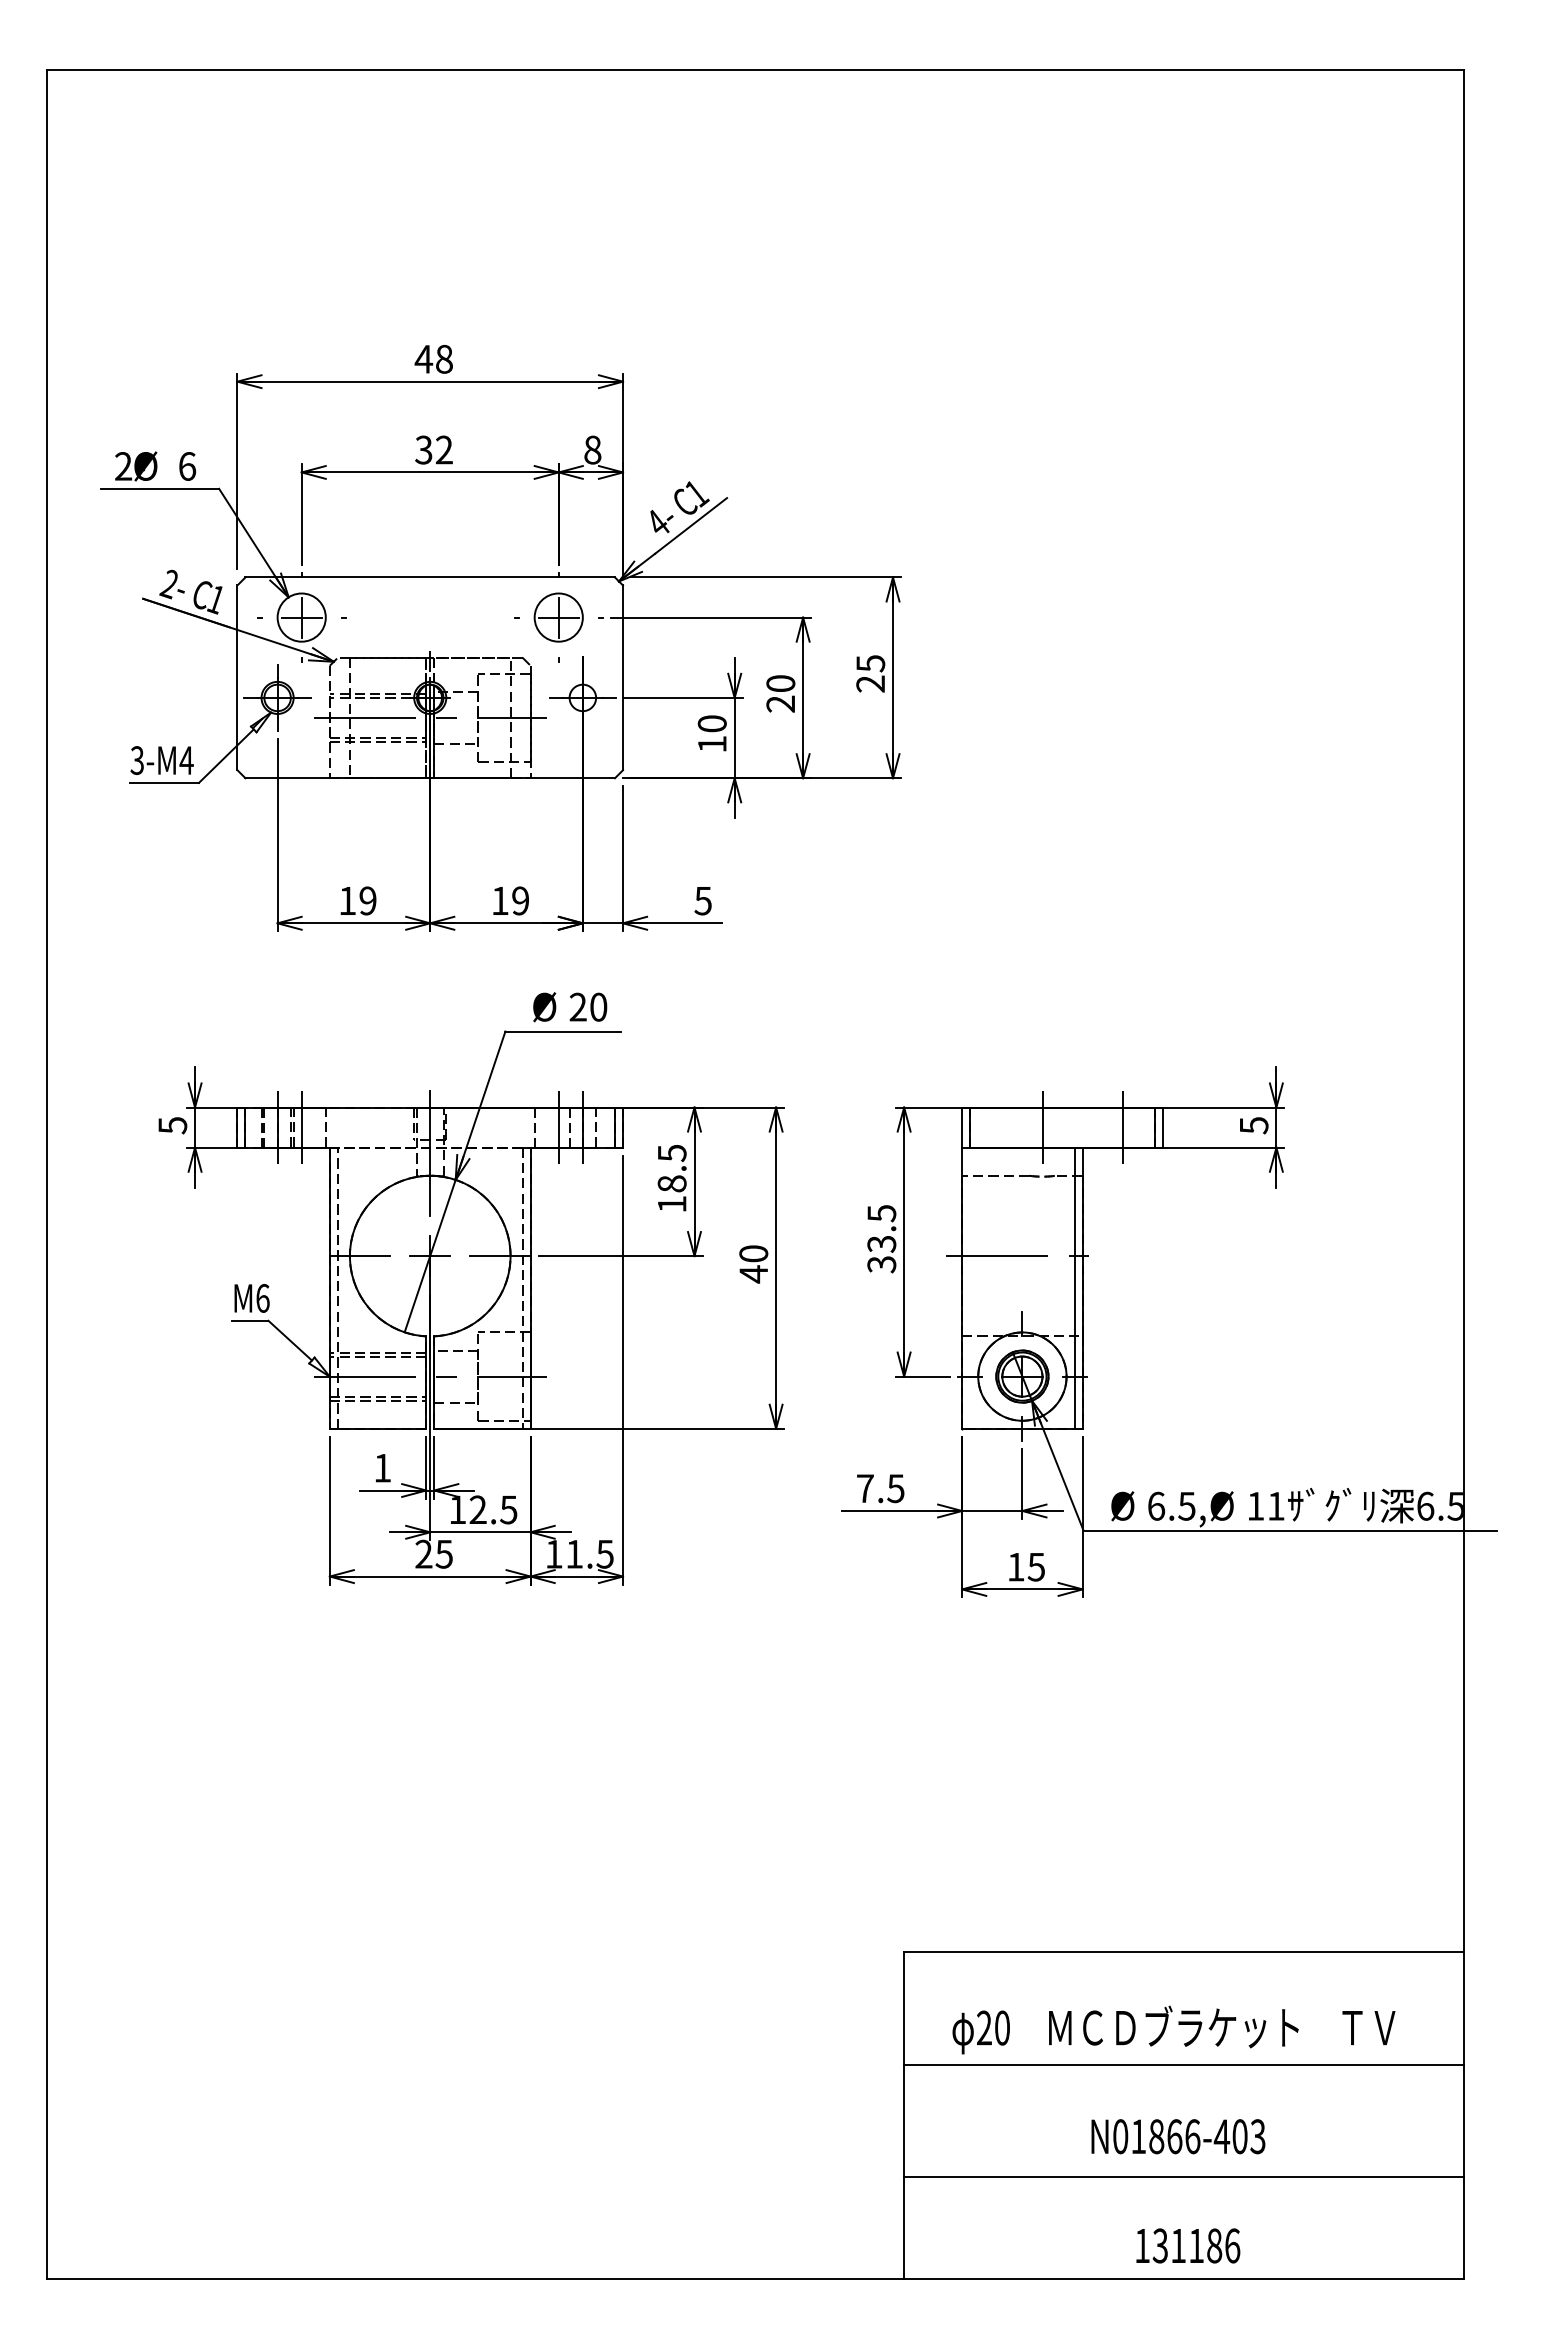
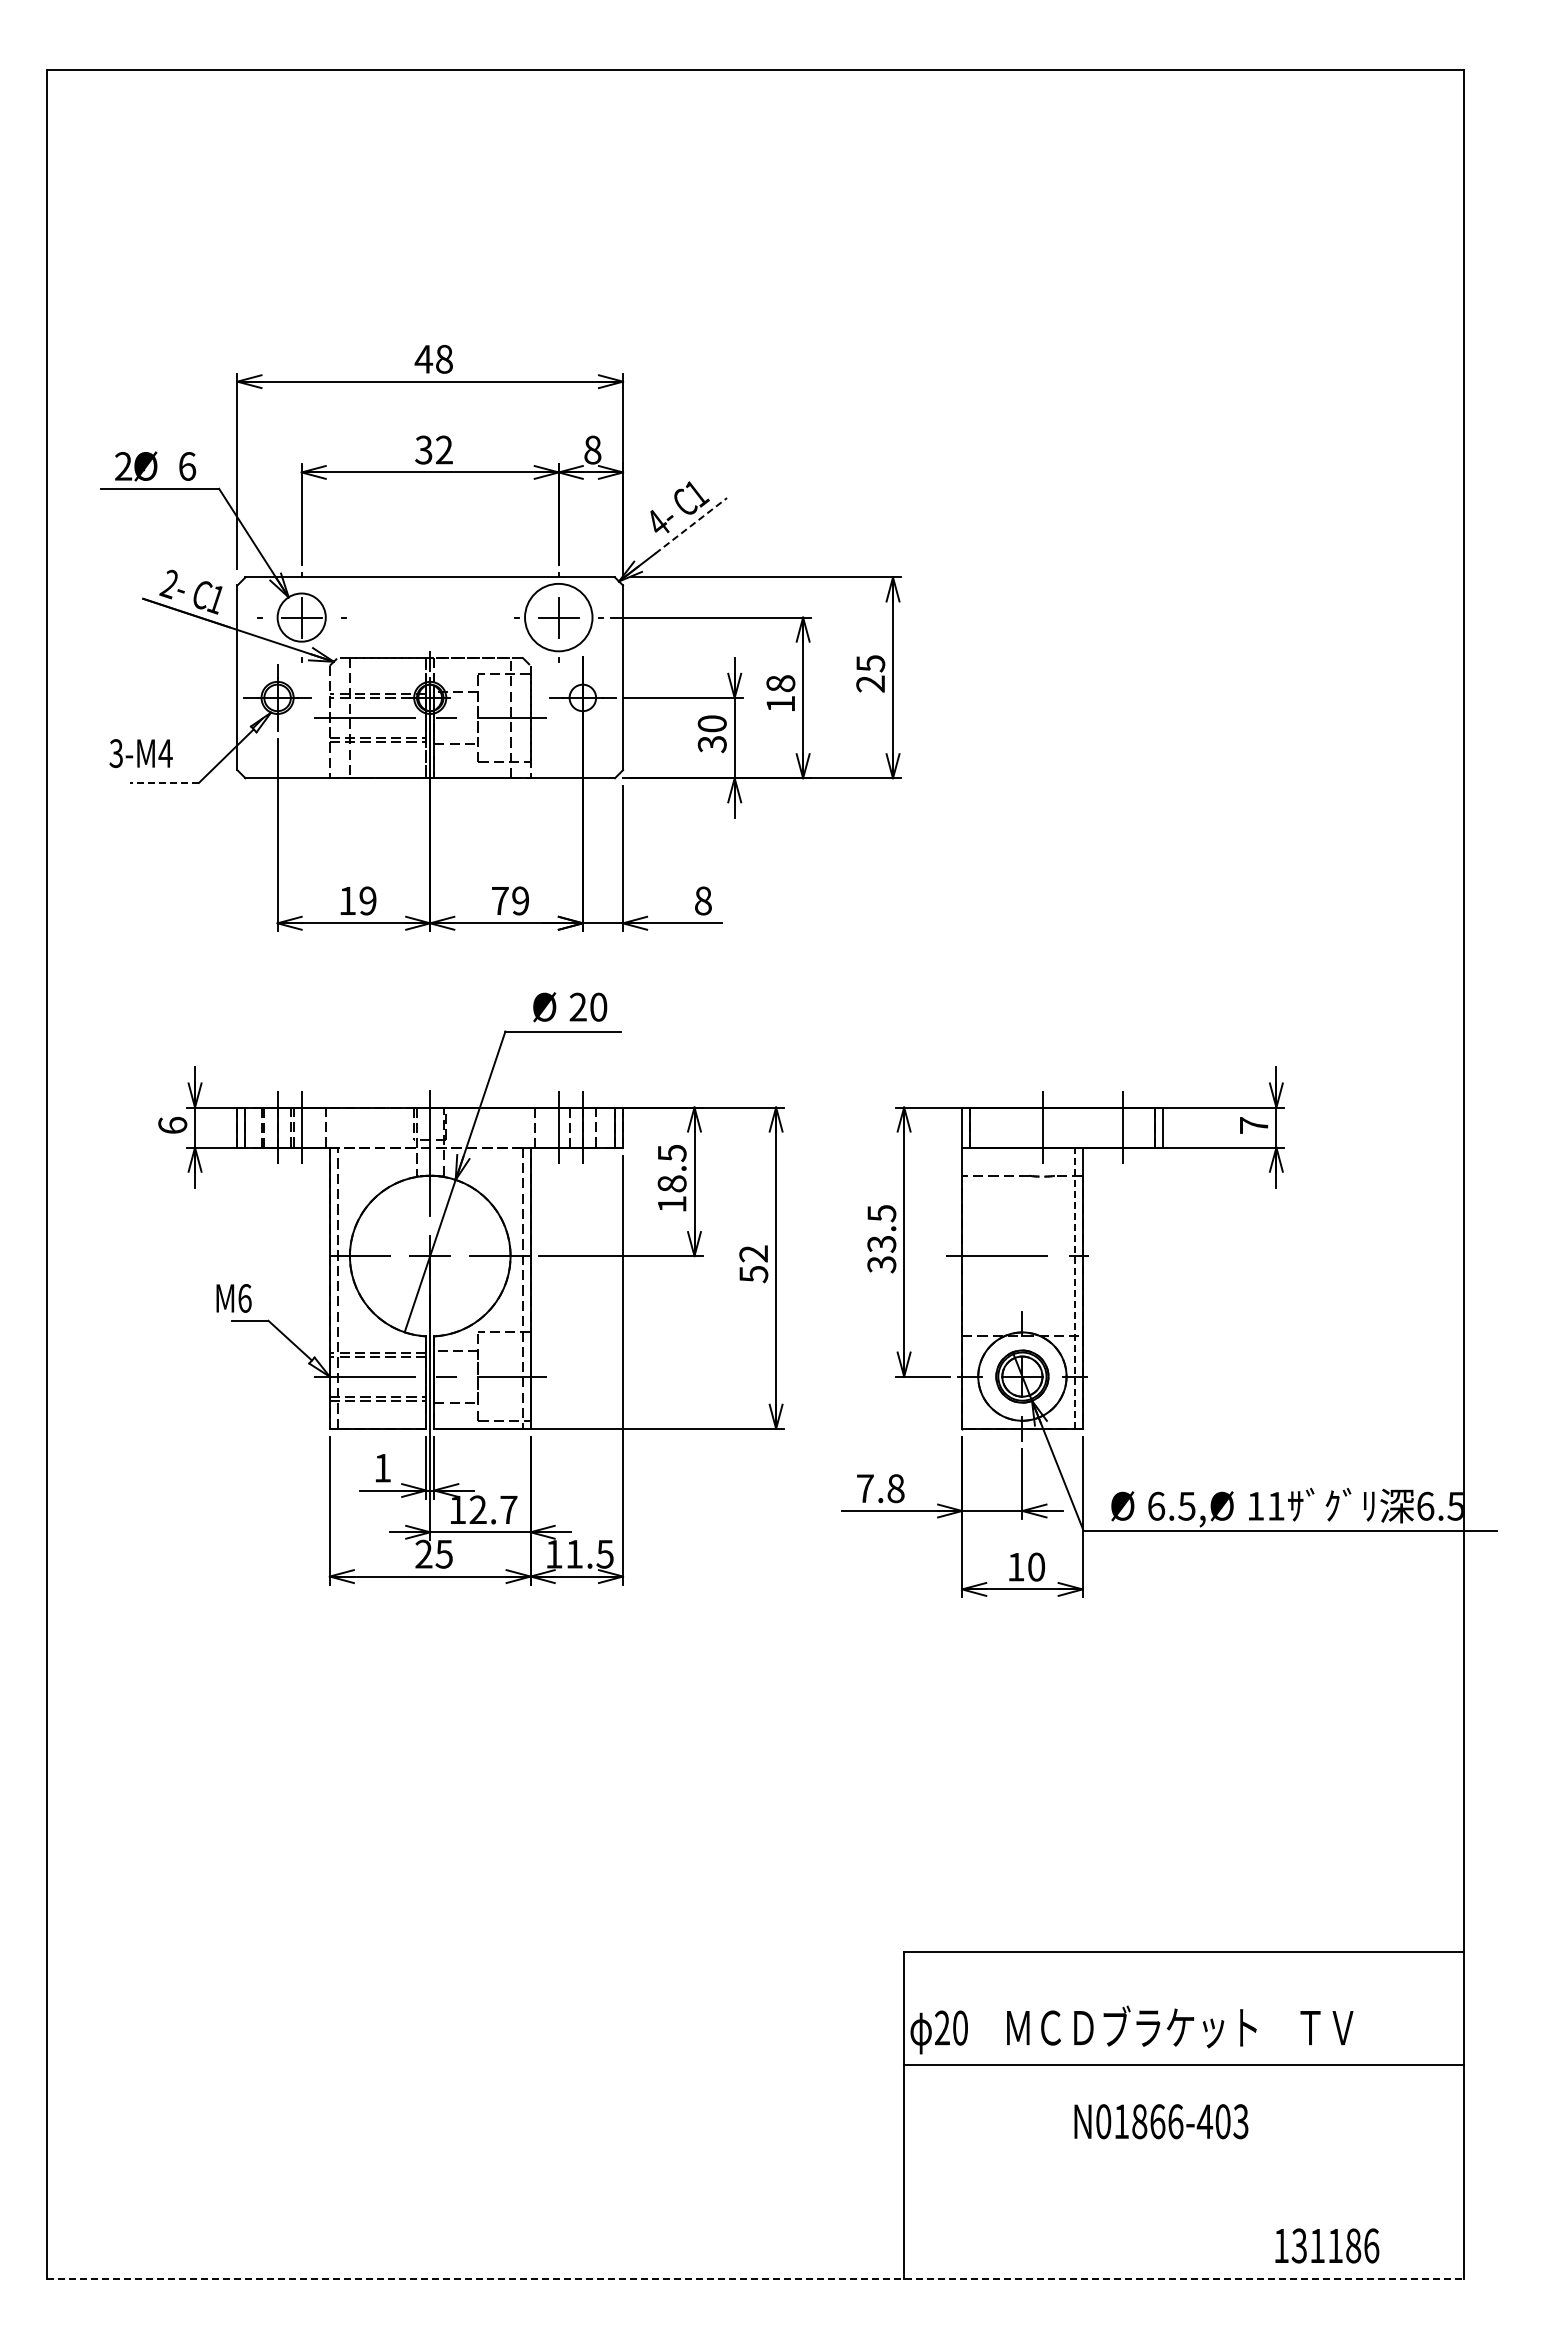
line at (691, 525): solid -> dashed
circle at (558, 617) diameter: 48 px -> 67 px
text at (780, 693): 20 -> 18
text at (711, 744): 10 -> 30
text at (161, 760) position: (161, 760) -> (140, 753)
line at (164, 782): solid -> dashed
text at (500, 900): 19 -> 79
text at (702, 900): 5 -> 8
text at (172, 1125): 5 -> 6
text at (1254, 1125): 5 -> 7
text at (753, 1264): 40 -> 52
line at (1074, 1288): solid -> dashed
text at (251, 1298) position: (251, 1298) -> (233, 1298)
text at (895, 1488): 7.5 -> 7.8
text at (508, 1509): 12.5 -> 12.7
text at (1035, 1566): 15 -> 10
text at (1173, 2029) position: (1173, 2029) -> (1131, 2029)
text at (1178, 2136) position: (1178, 2136) -> (1161, 2121)
line at (1184, 2177): present -> none
text at (1188, 2245) position: (1188, 2245) -> (1327, 2245)
line at (755, 2279): solid -> dashed
